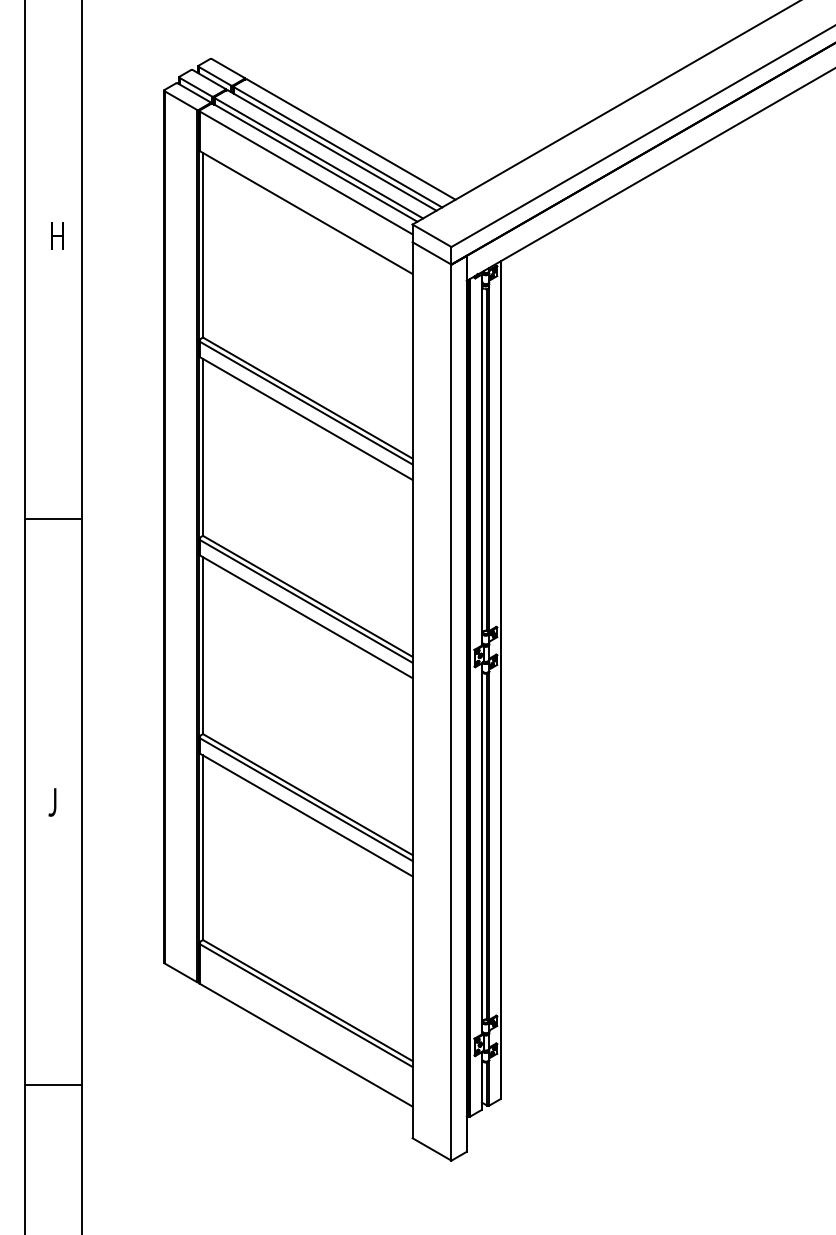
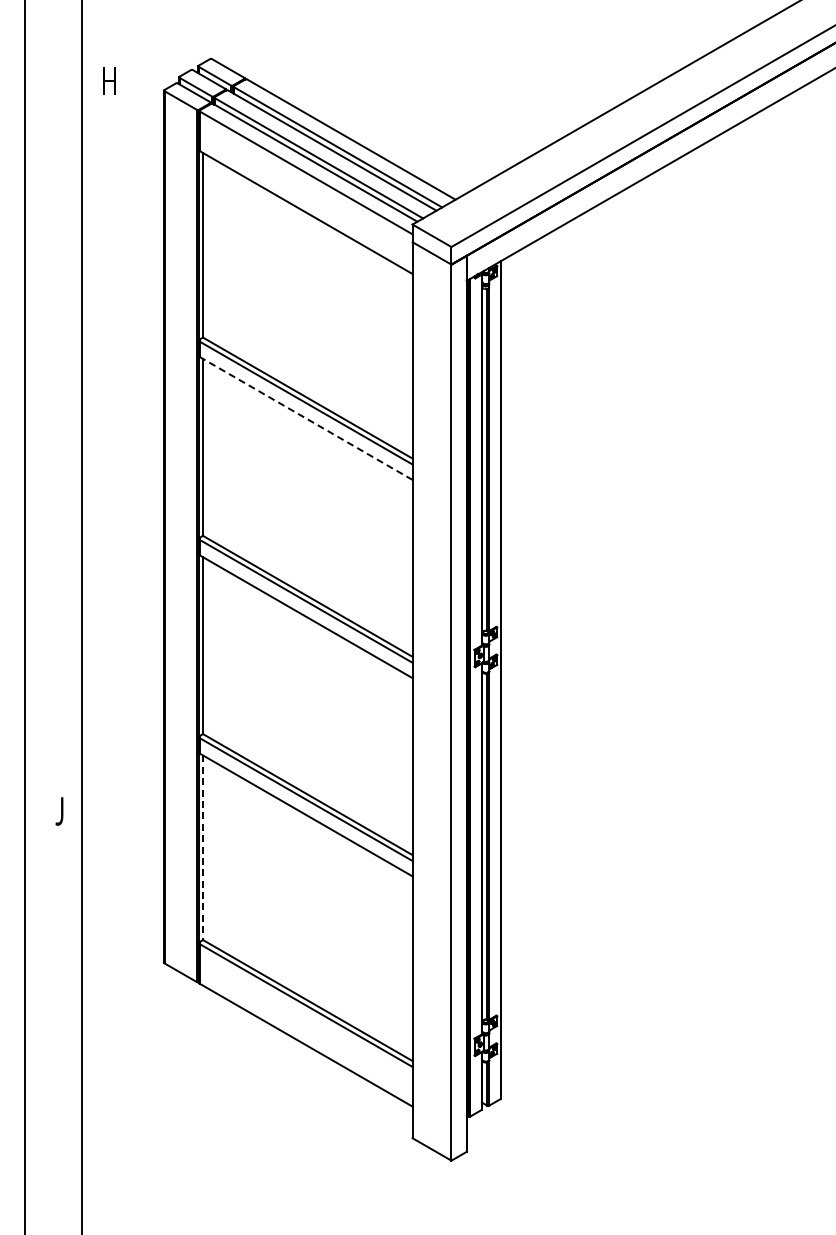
text at (57, 235) position: (57, 235) -> (109, 80)
line at (306, 418): solid -> dashed
line at (53, 518): present -> none
text at (52, 802) position: (52, 802) -> (59, 811)
line at (203, 848): solid -> dashed
line at (53, 1085): present -> none
